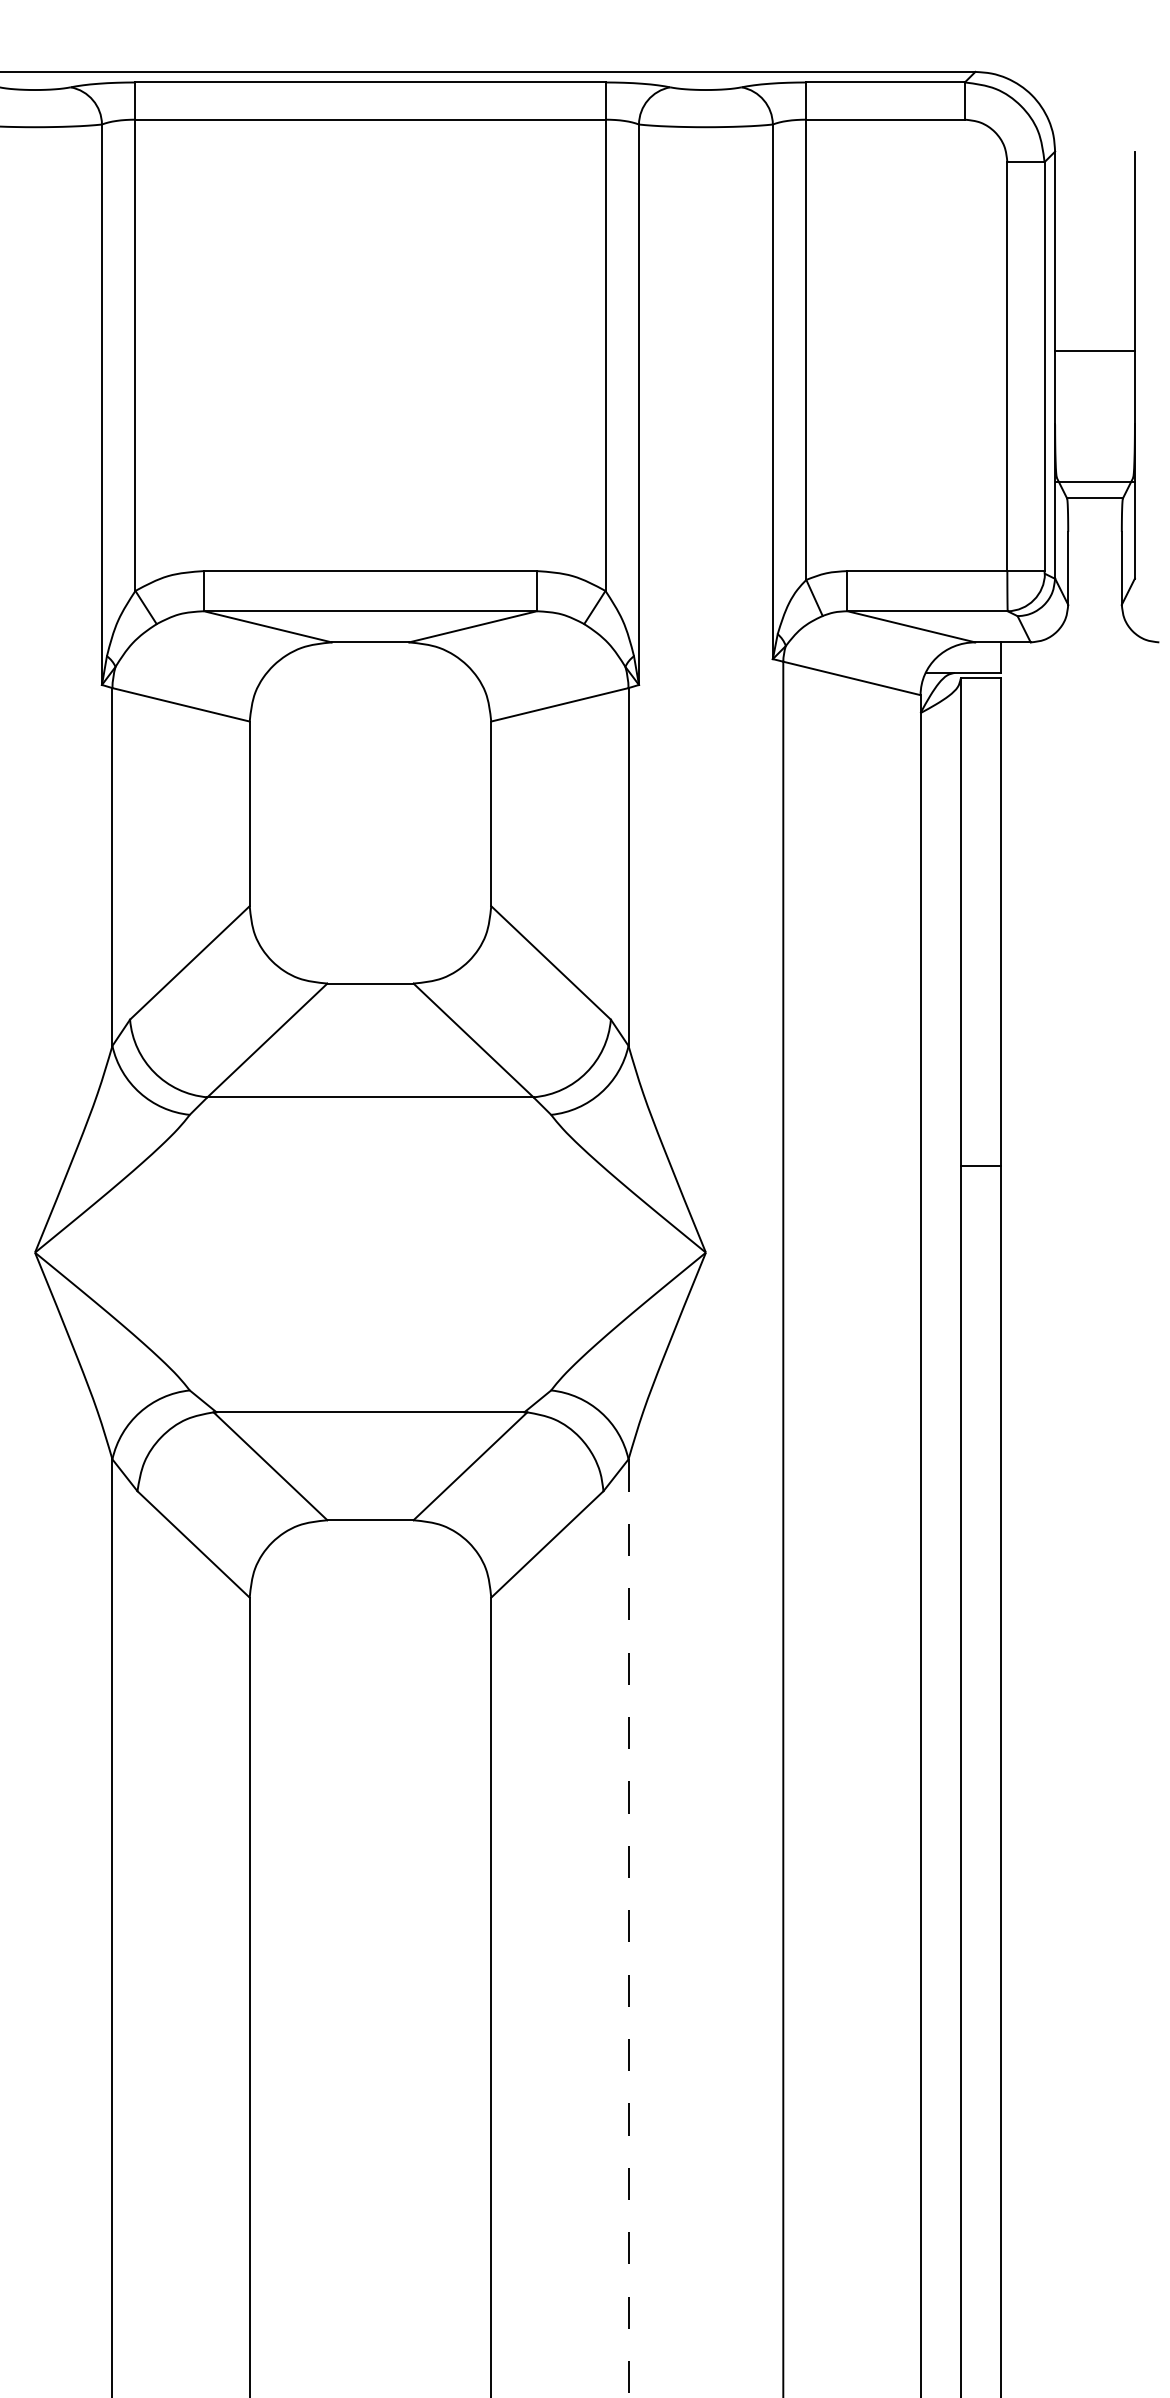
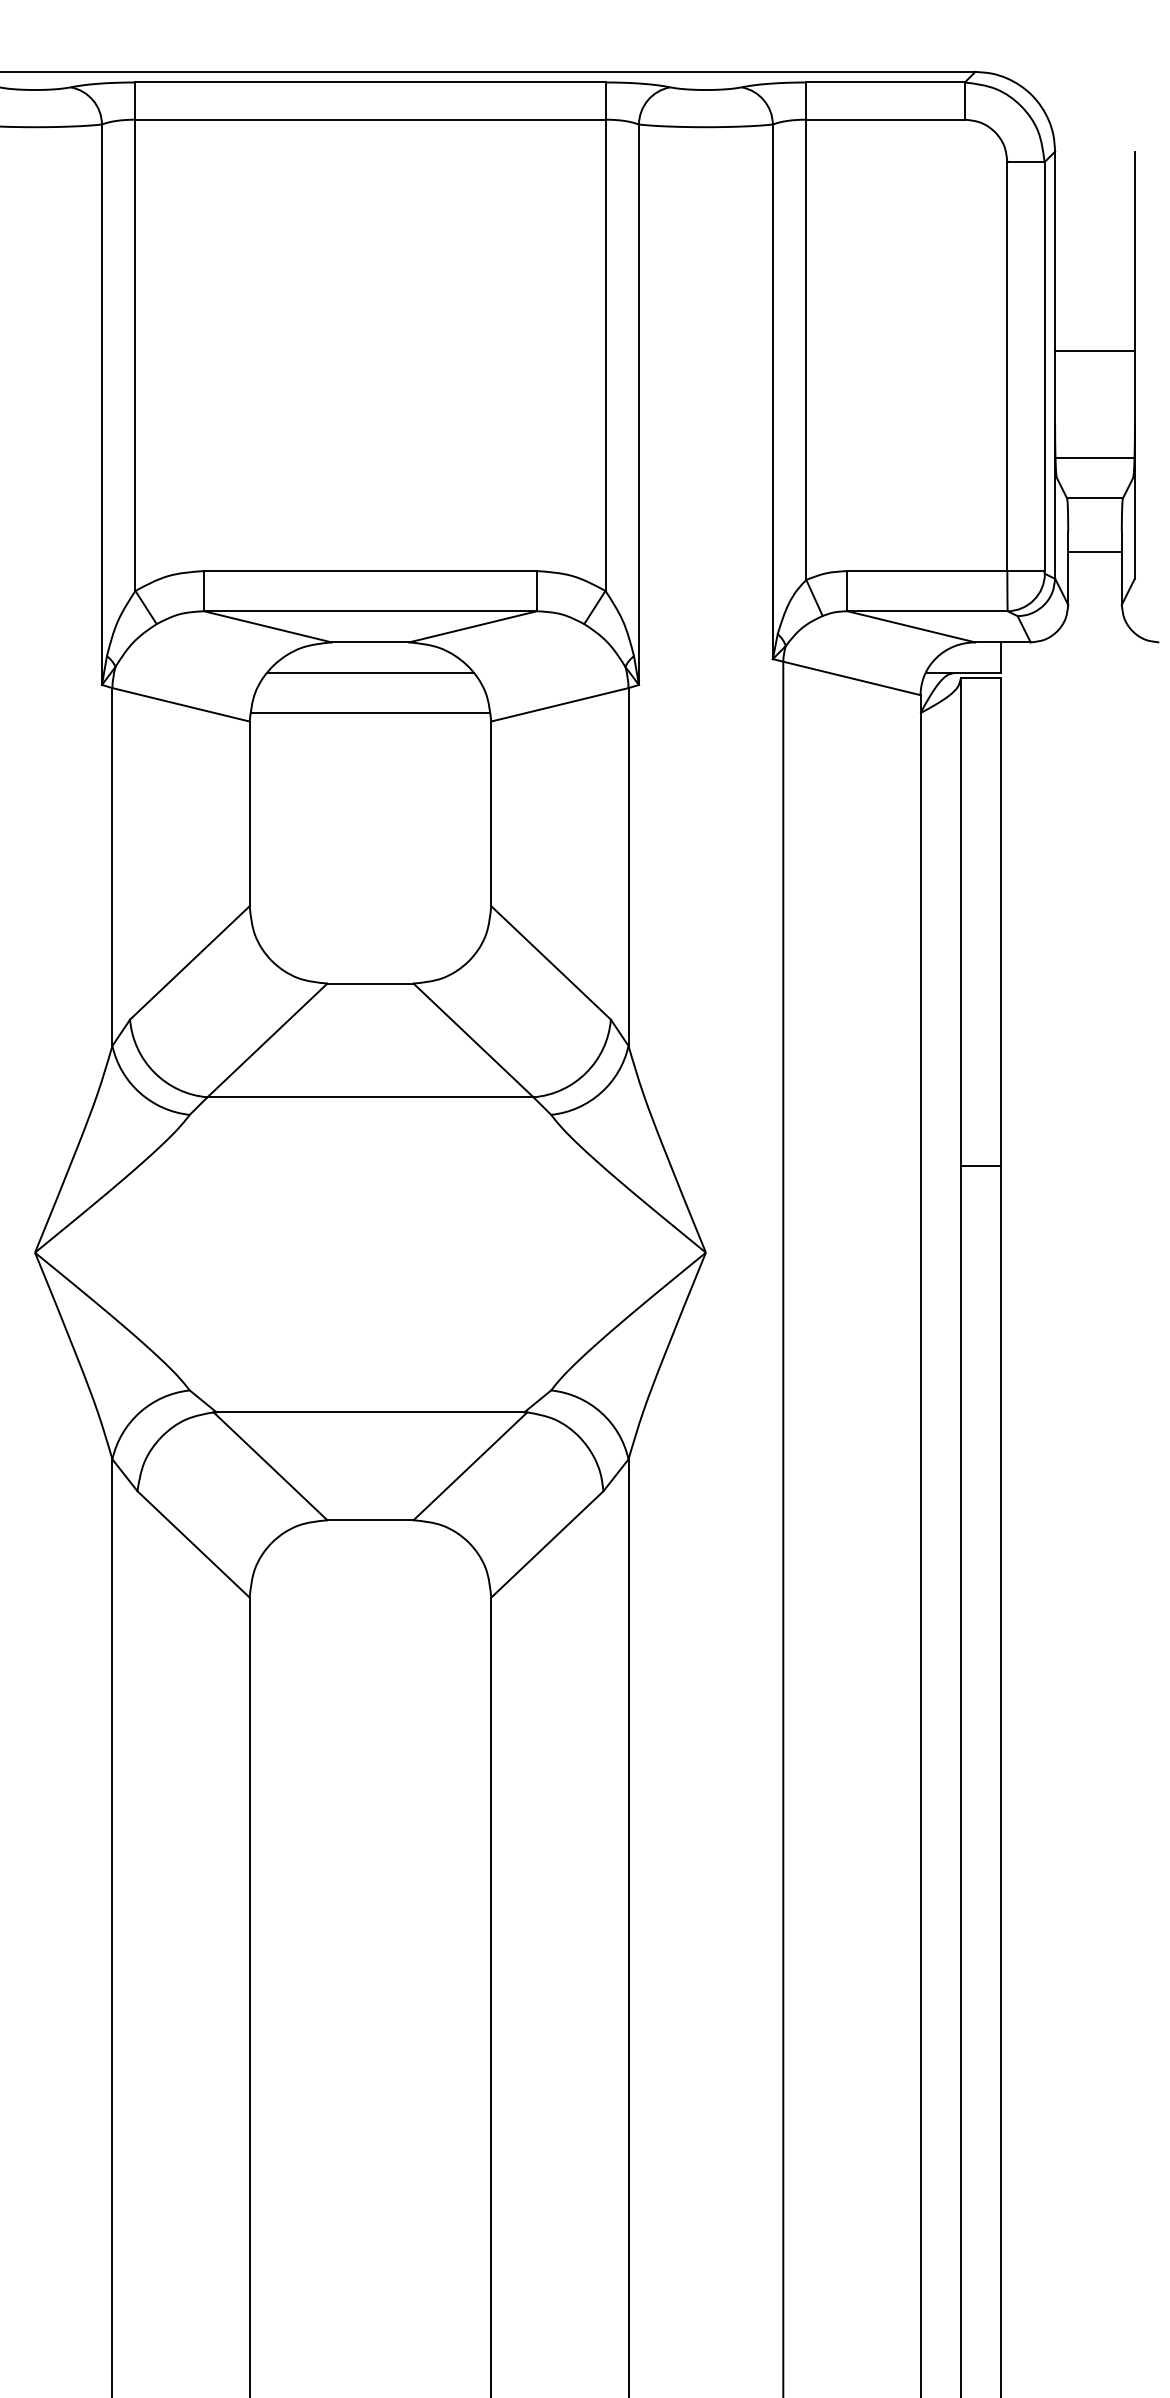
line at (1094, 482) position: (1094, 482) -> (1094, 458)
line at (1094, 552): none -> present
line at (370, 672): none -> present
line at (370, 713): none -> present
line at (628, 1928): dashed -> solid
